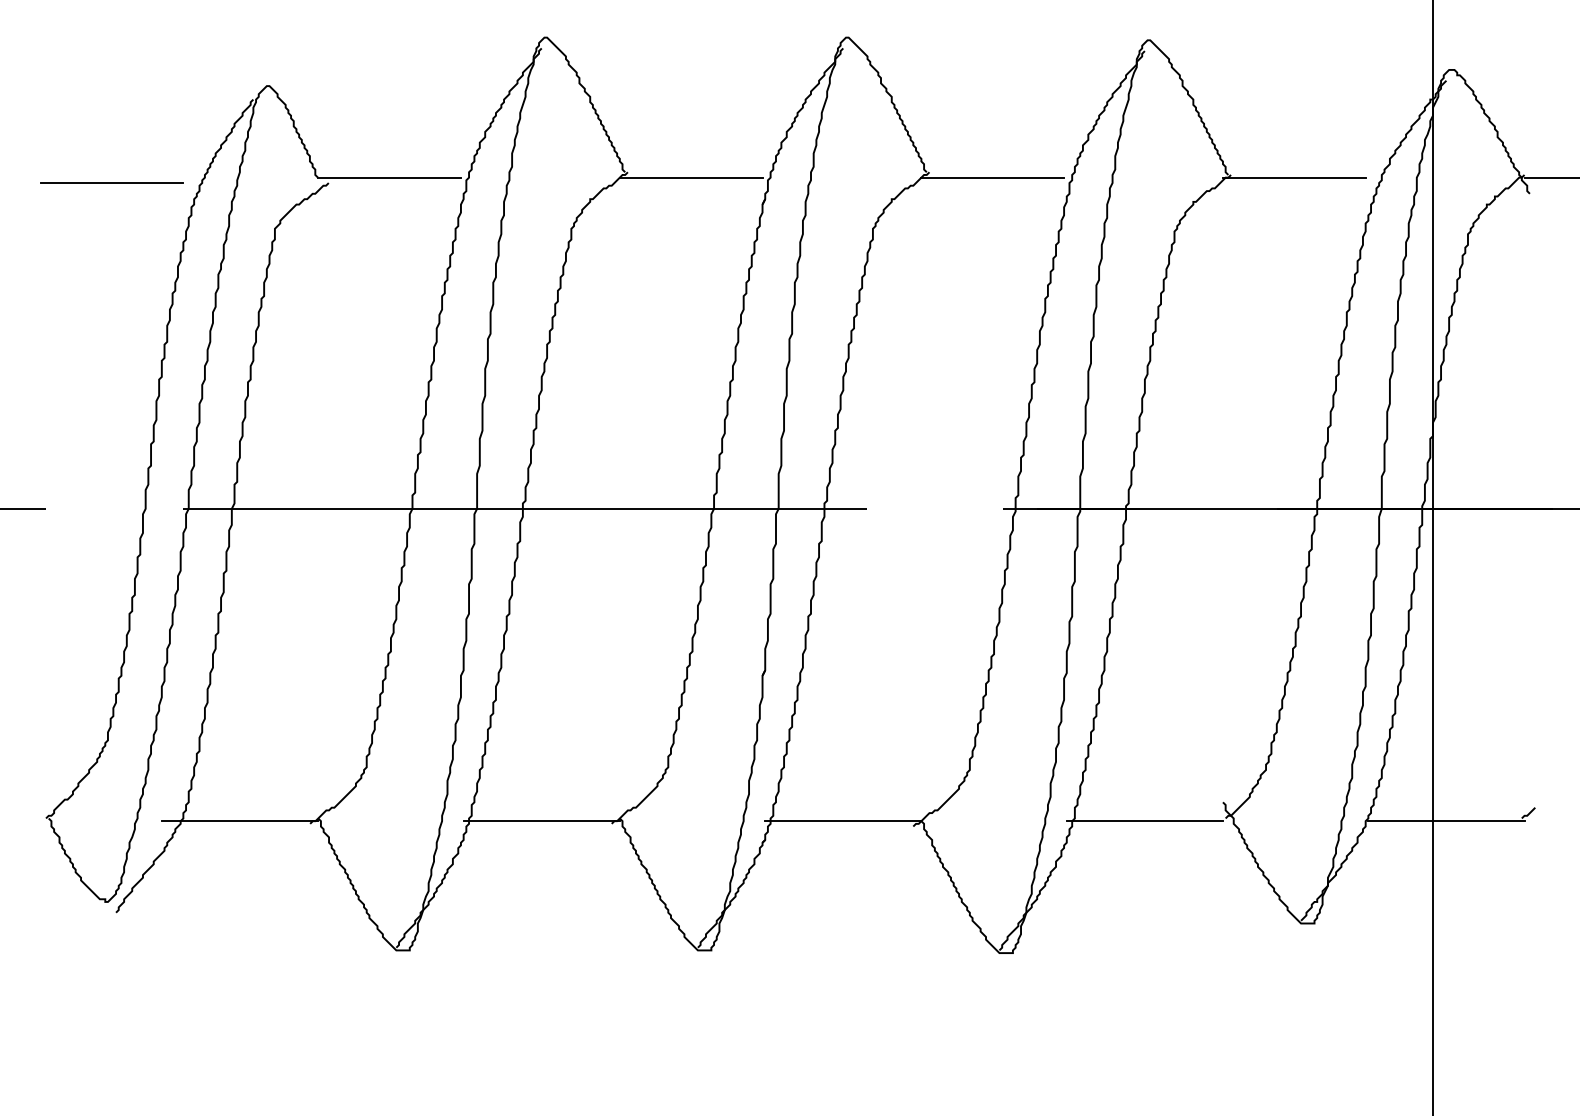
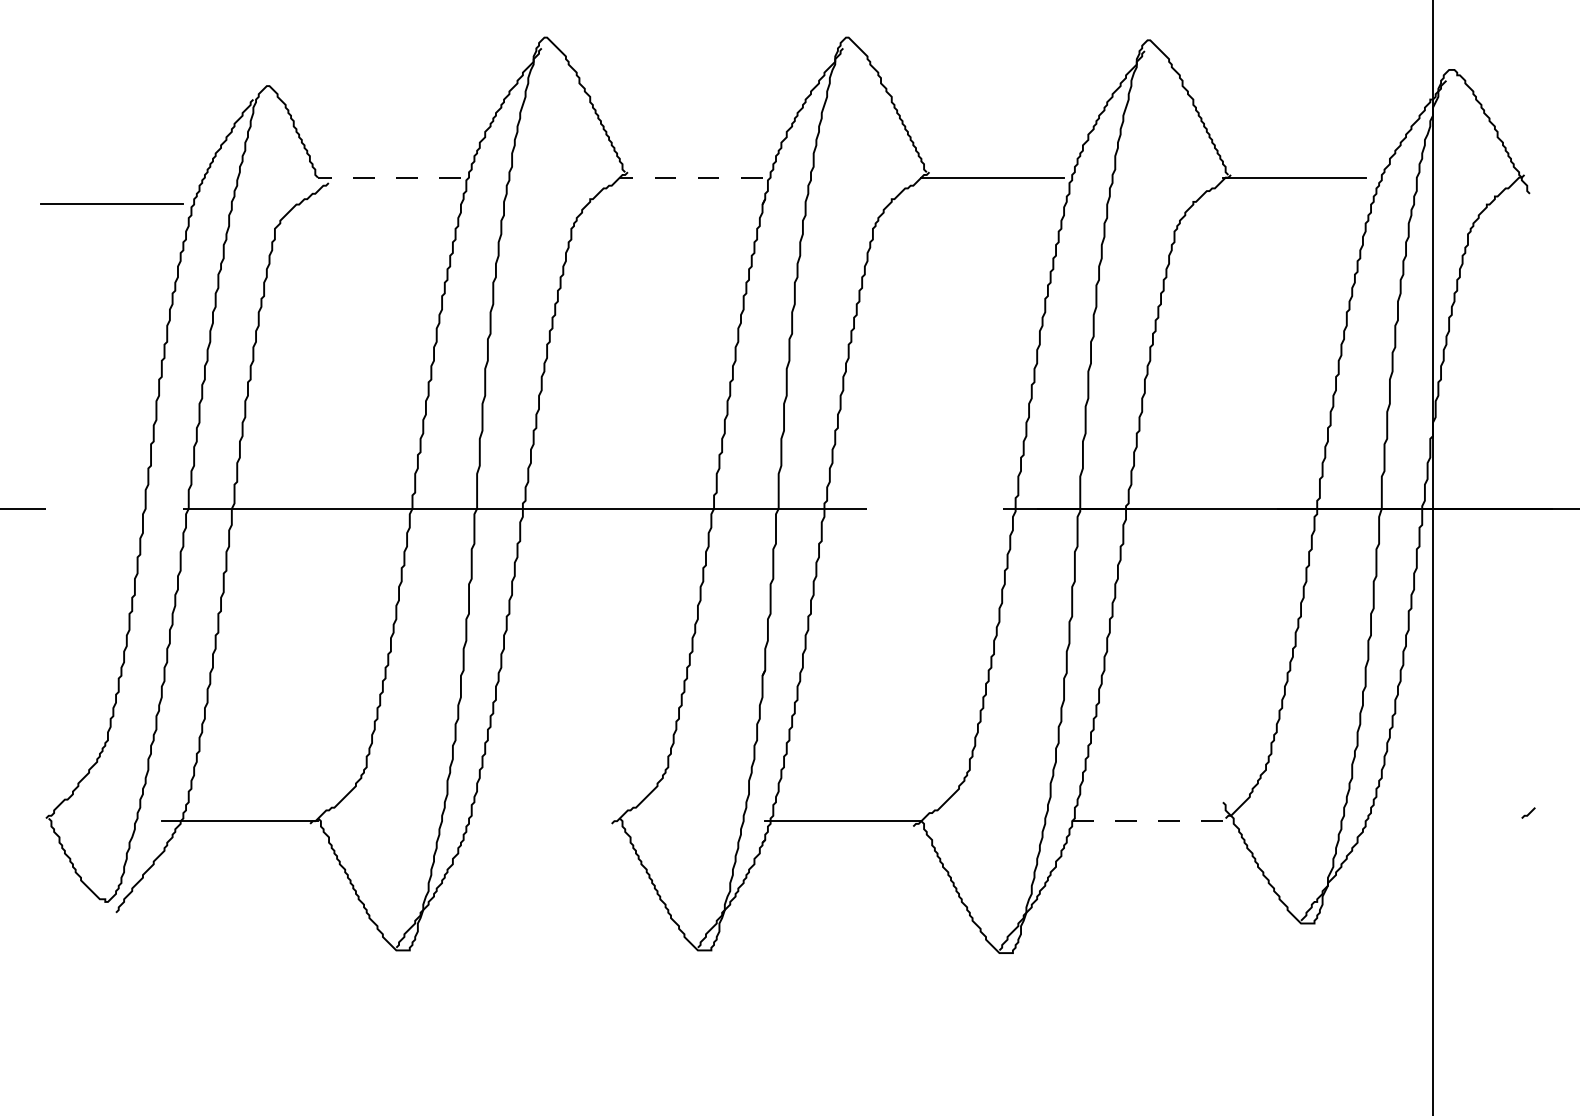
line at (389, 177): solid -> dashed
line at (690, 177): solid -> dashed
line at (1550, 177): present -> none
line at (111, 182) position: (111, 182) -> (111, 203)
line at (541, 821): present -> none
line at (1144, 821): solid -> dashed
line at (1446, 821): present -> none
